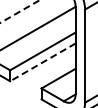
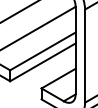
line at (19, 11): dashed -> solid
line at (42, 62): dashed -> solid
